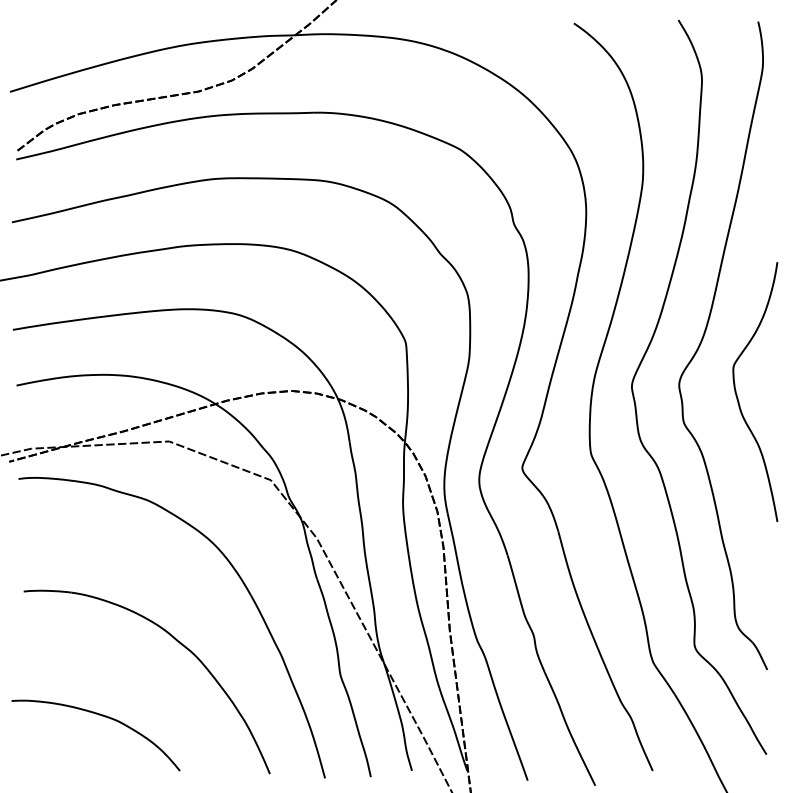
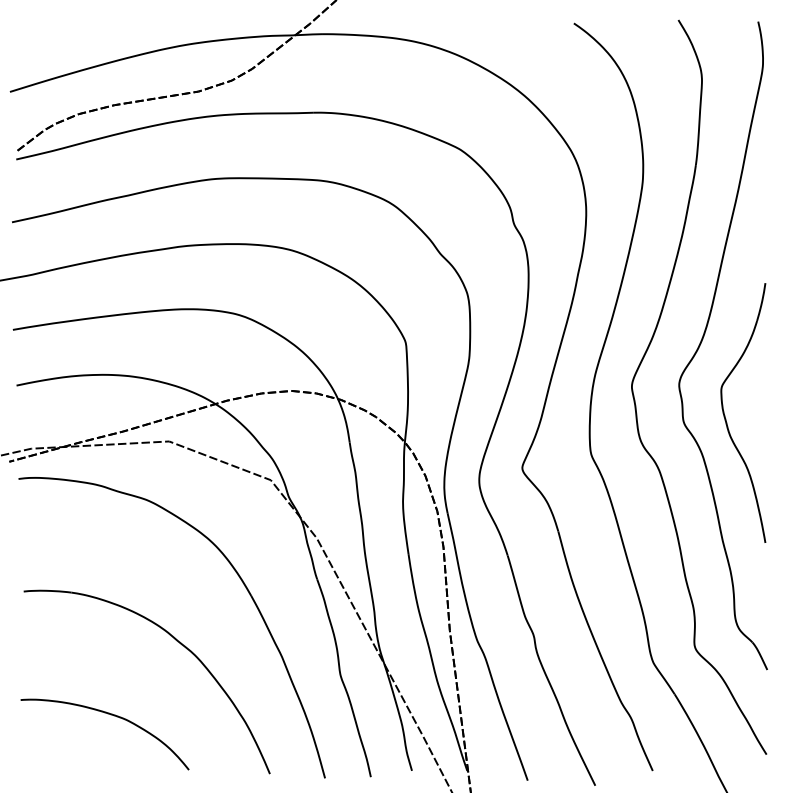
part at (738, 397) position: (738, 397) -> (726, 418)
part at (98, 715) position: (98, 715) -> (107, 714)
